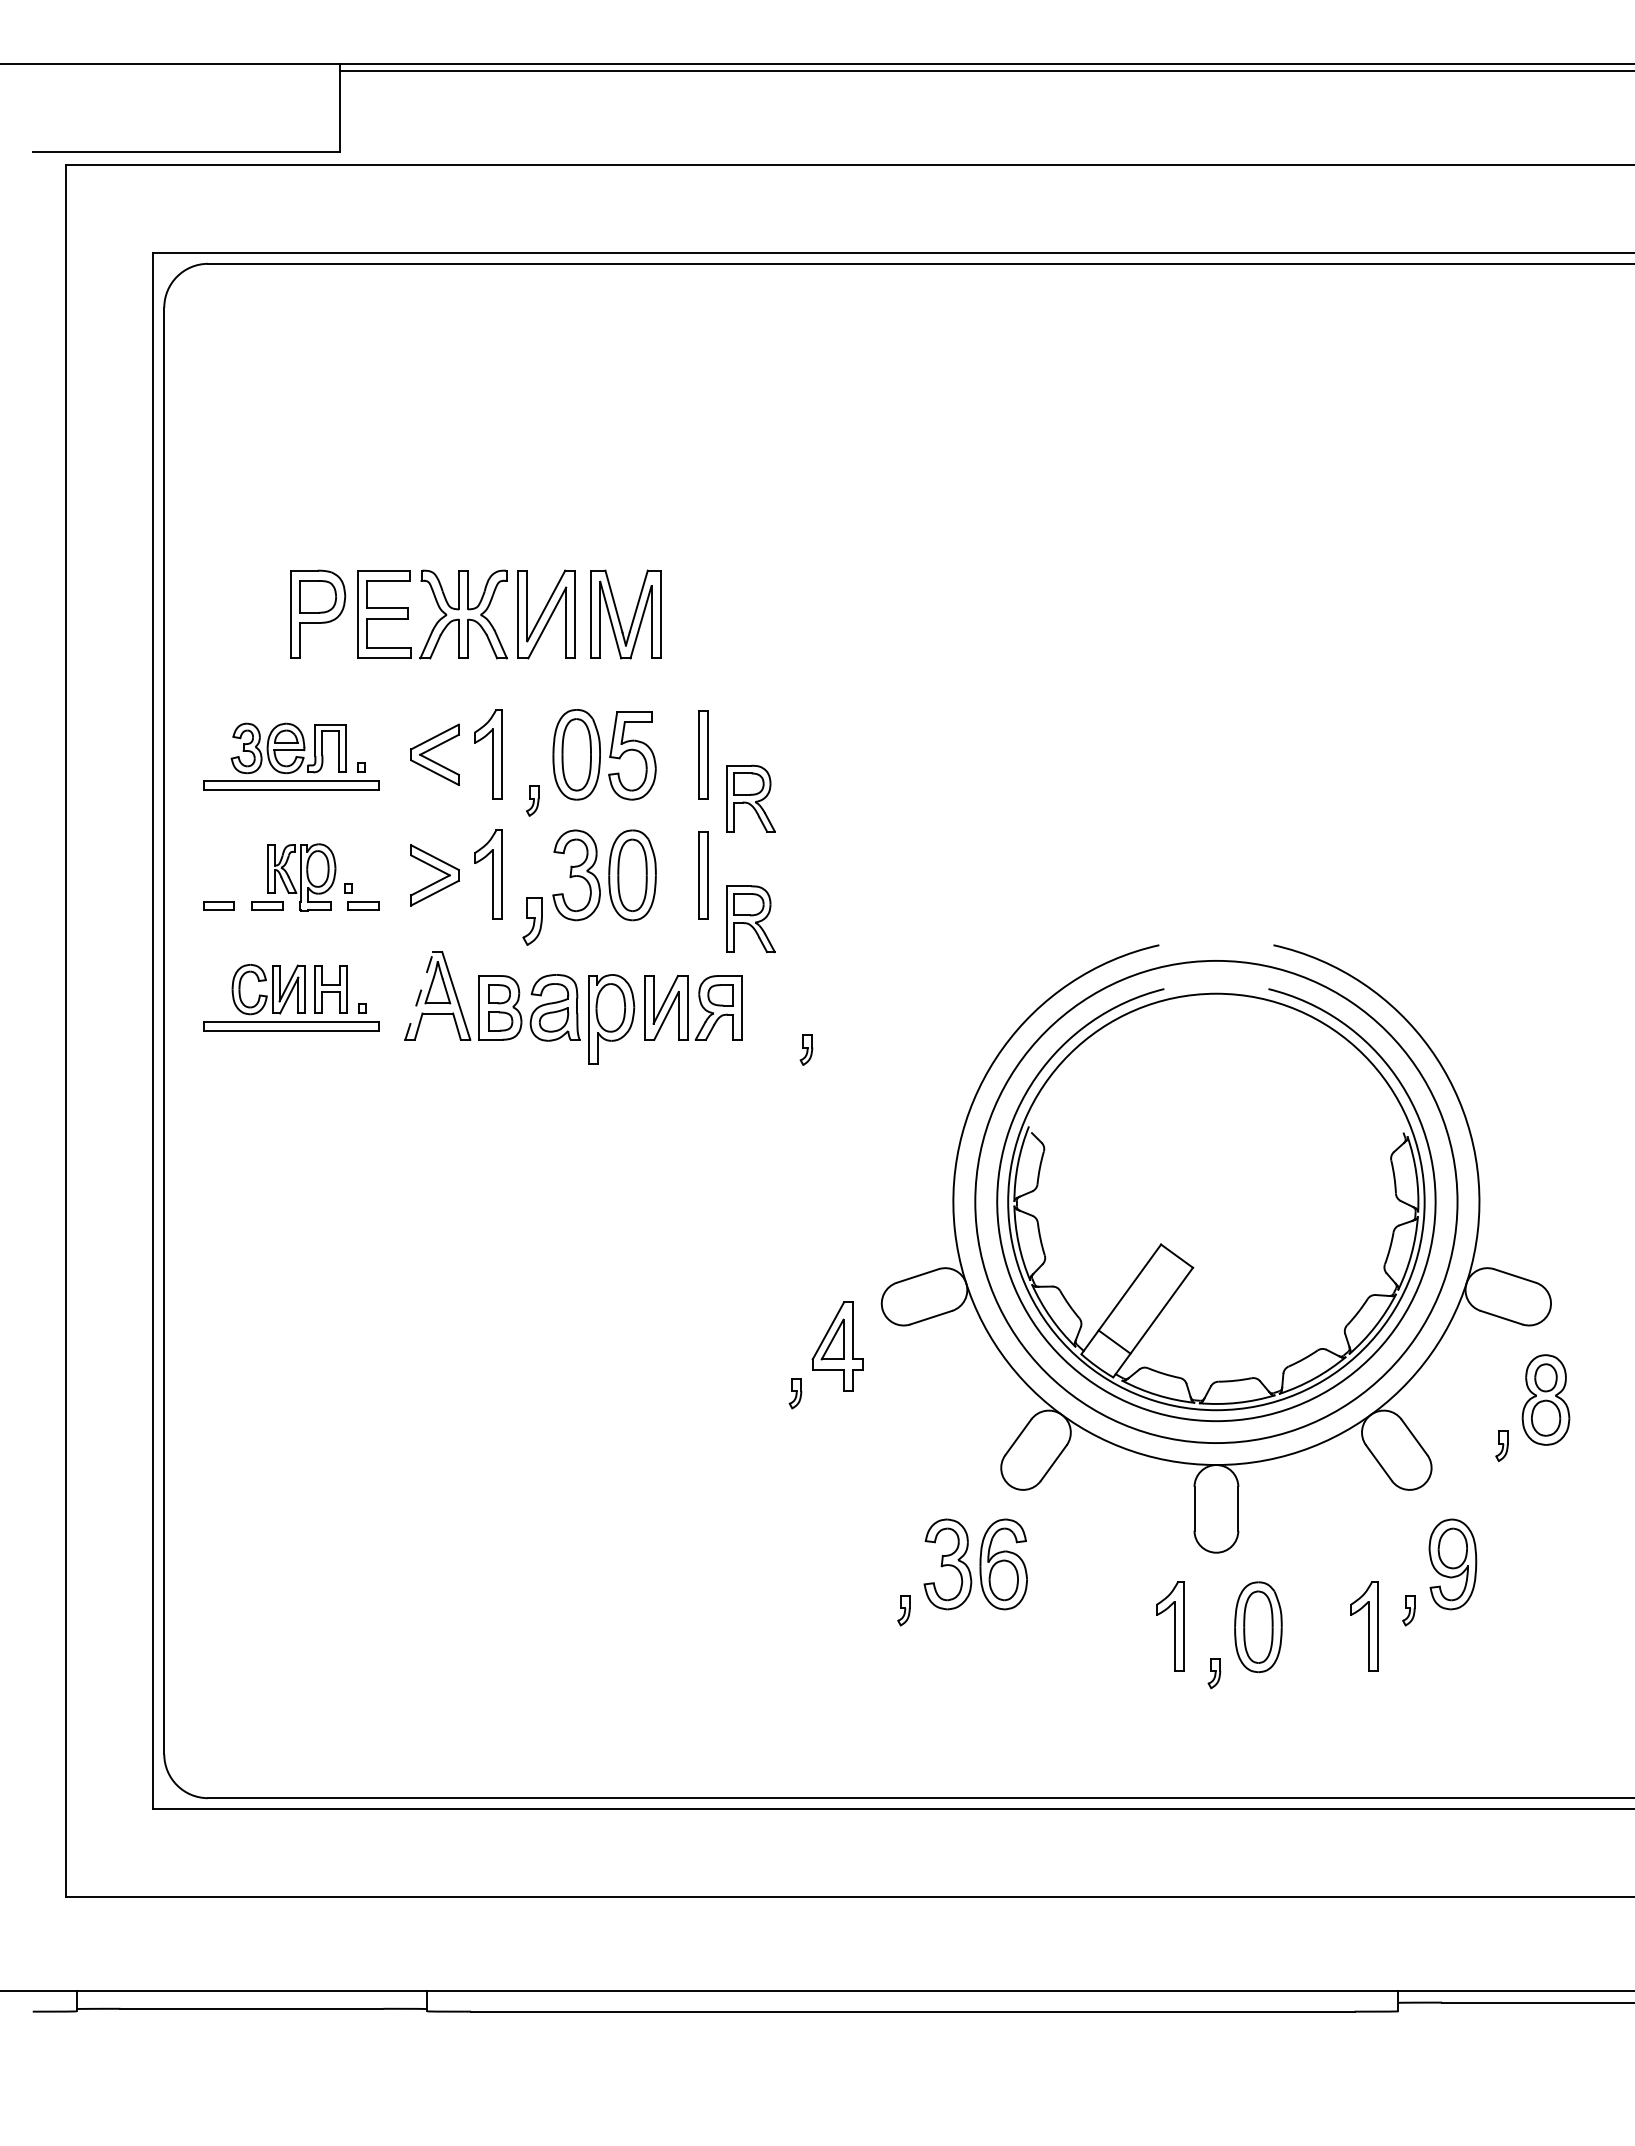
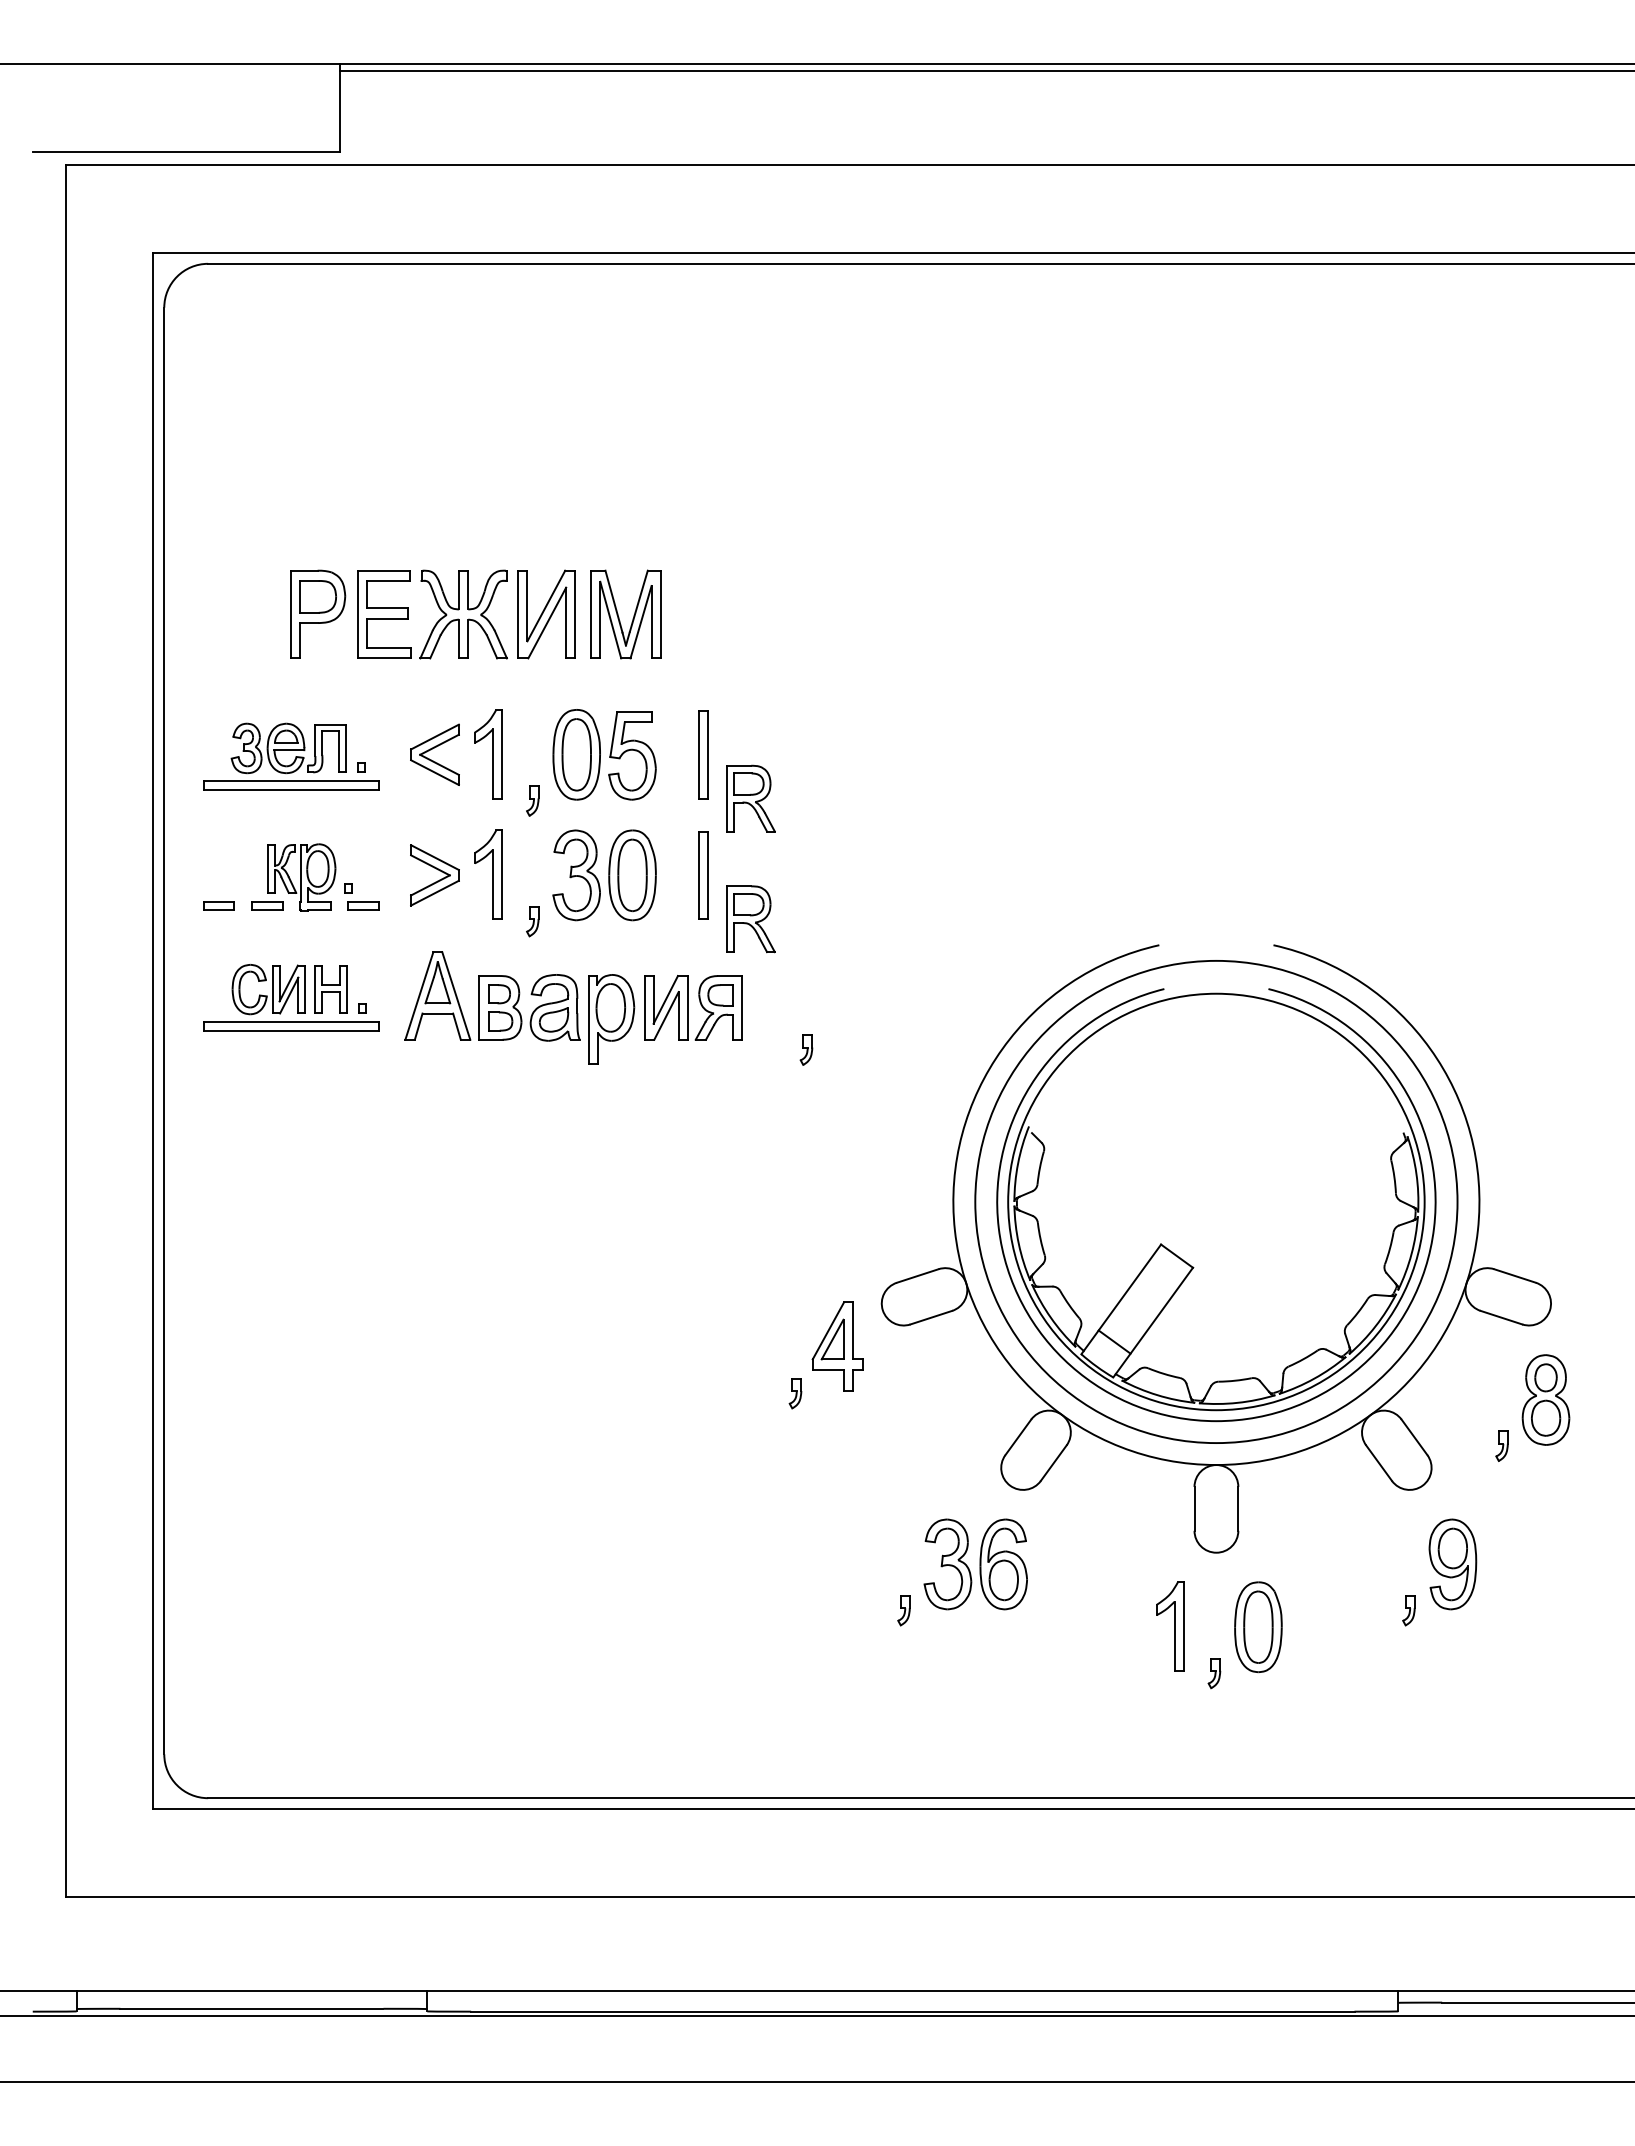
part at (532, 921) size: 21x49 px -> 14x32 px
line at (419, 995): dashed -> solid
part at (1364, 1626): present -> none
line at (816, 2015): none -> present
line at (816, 2081): none -> present
